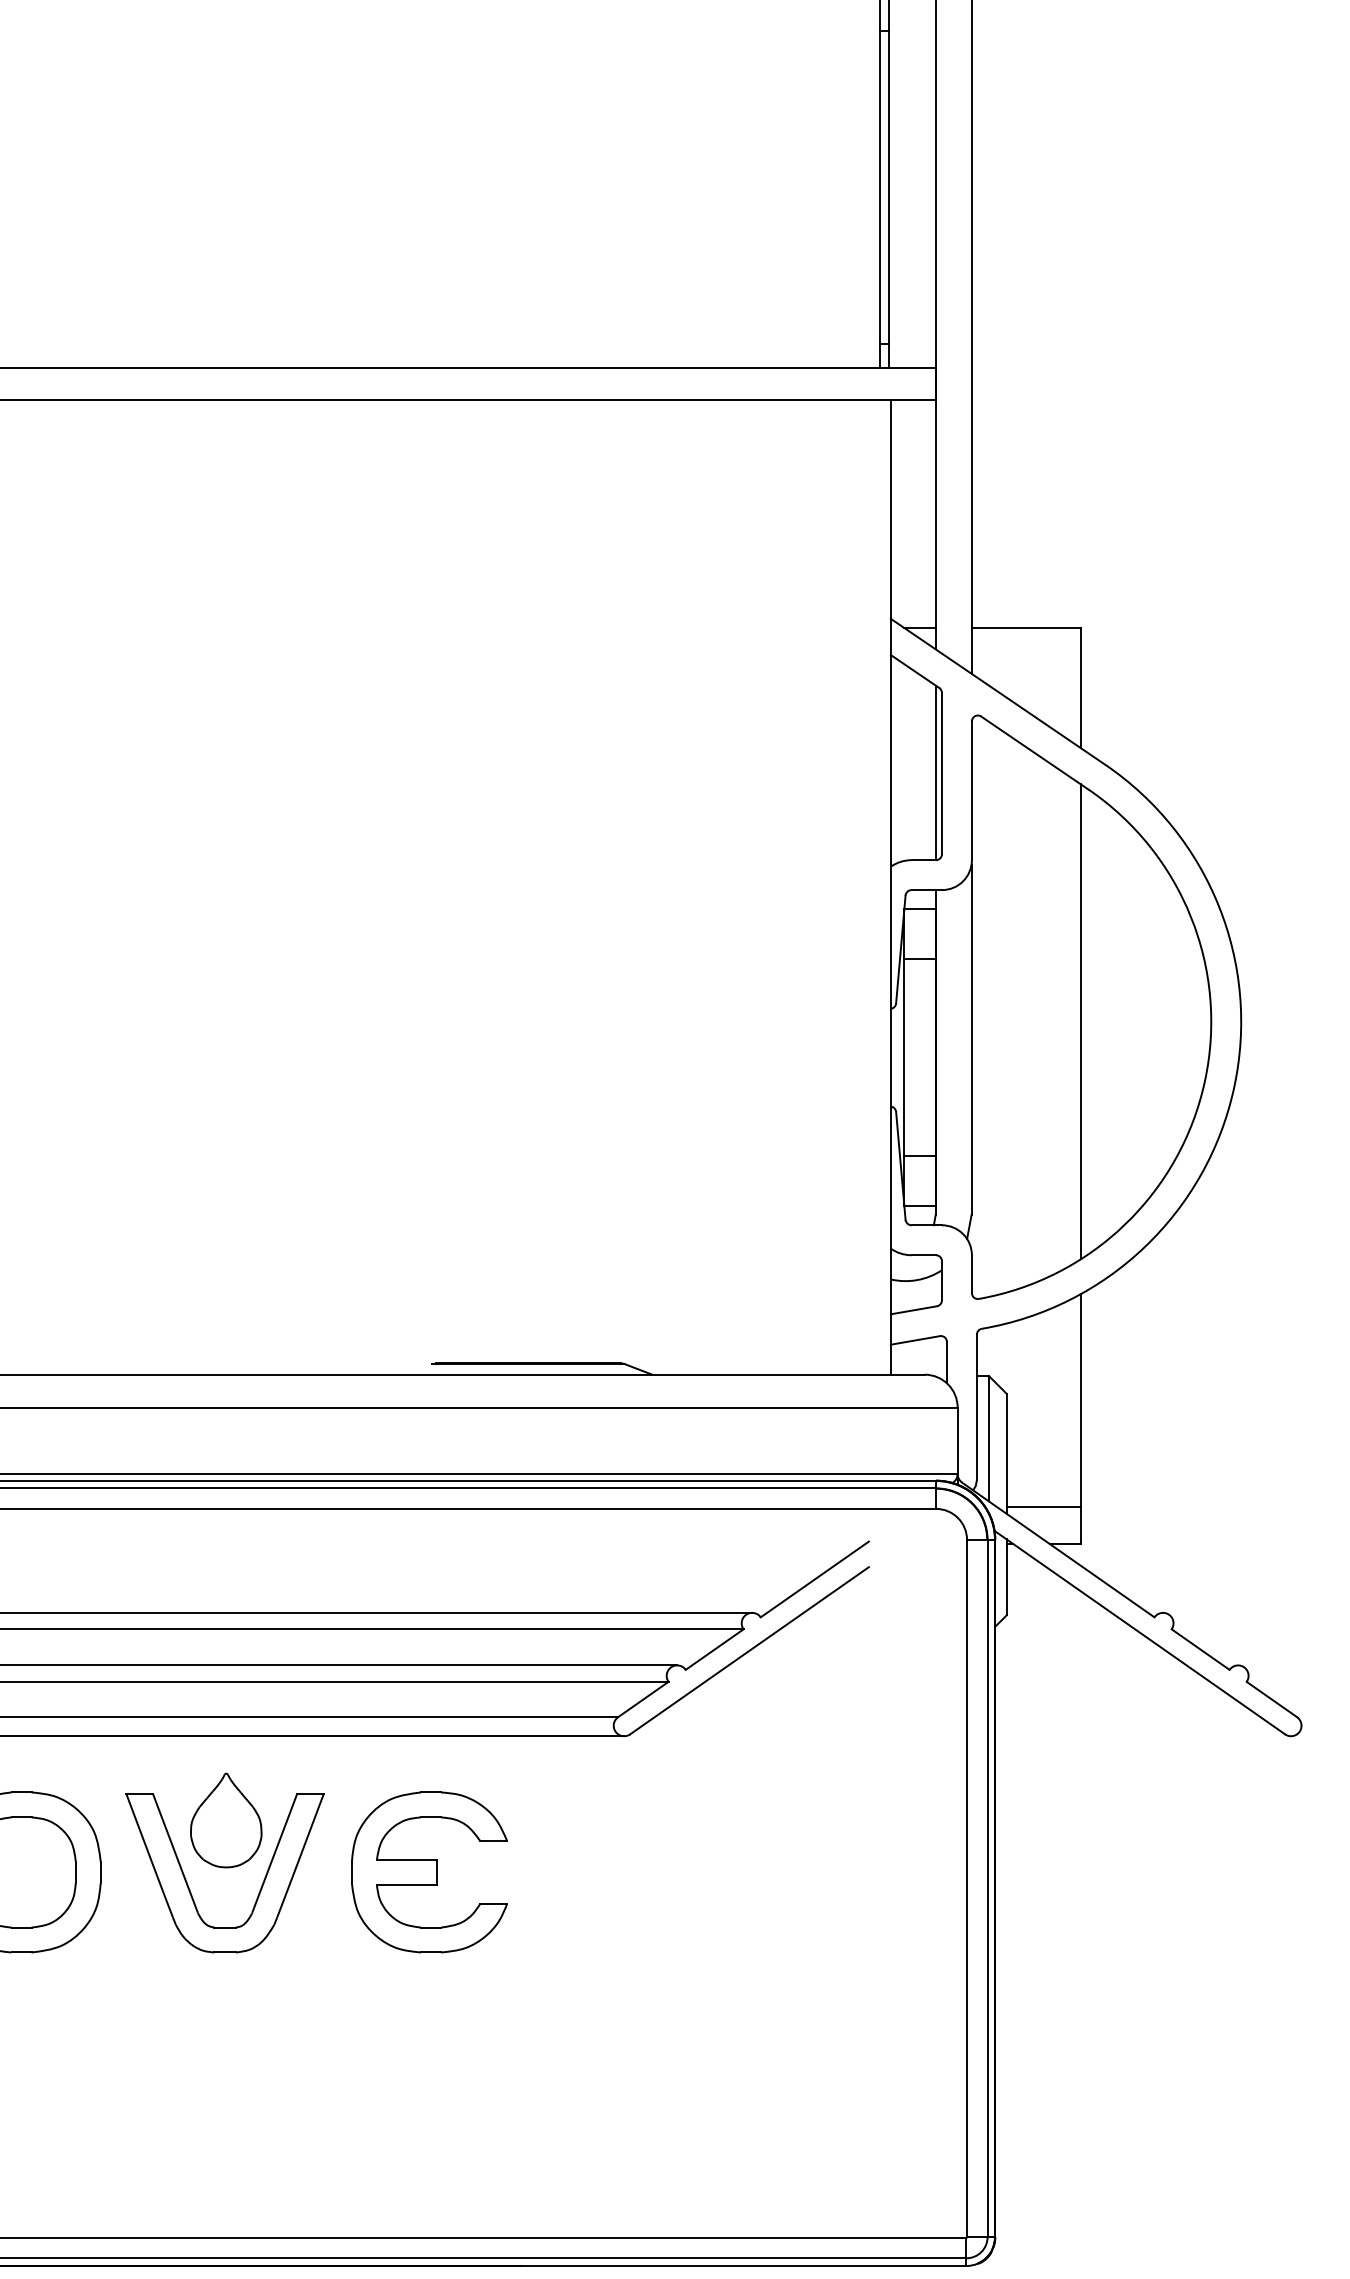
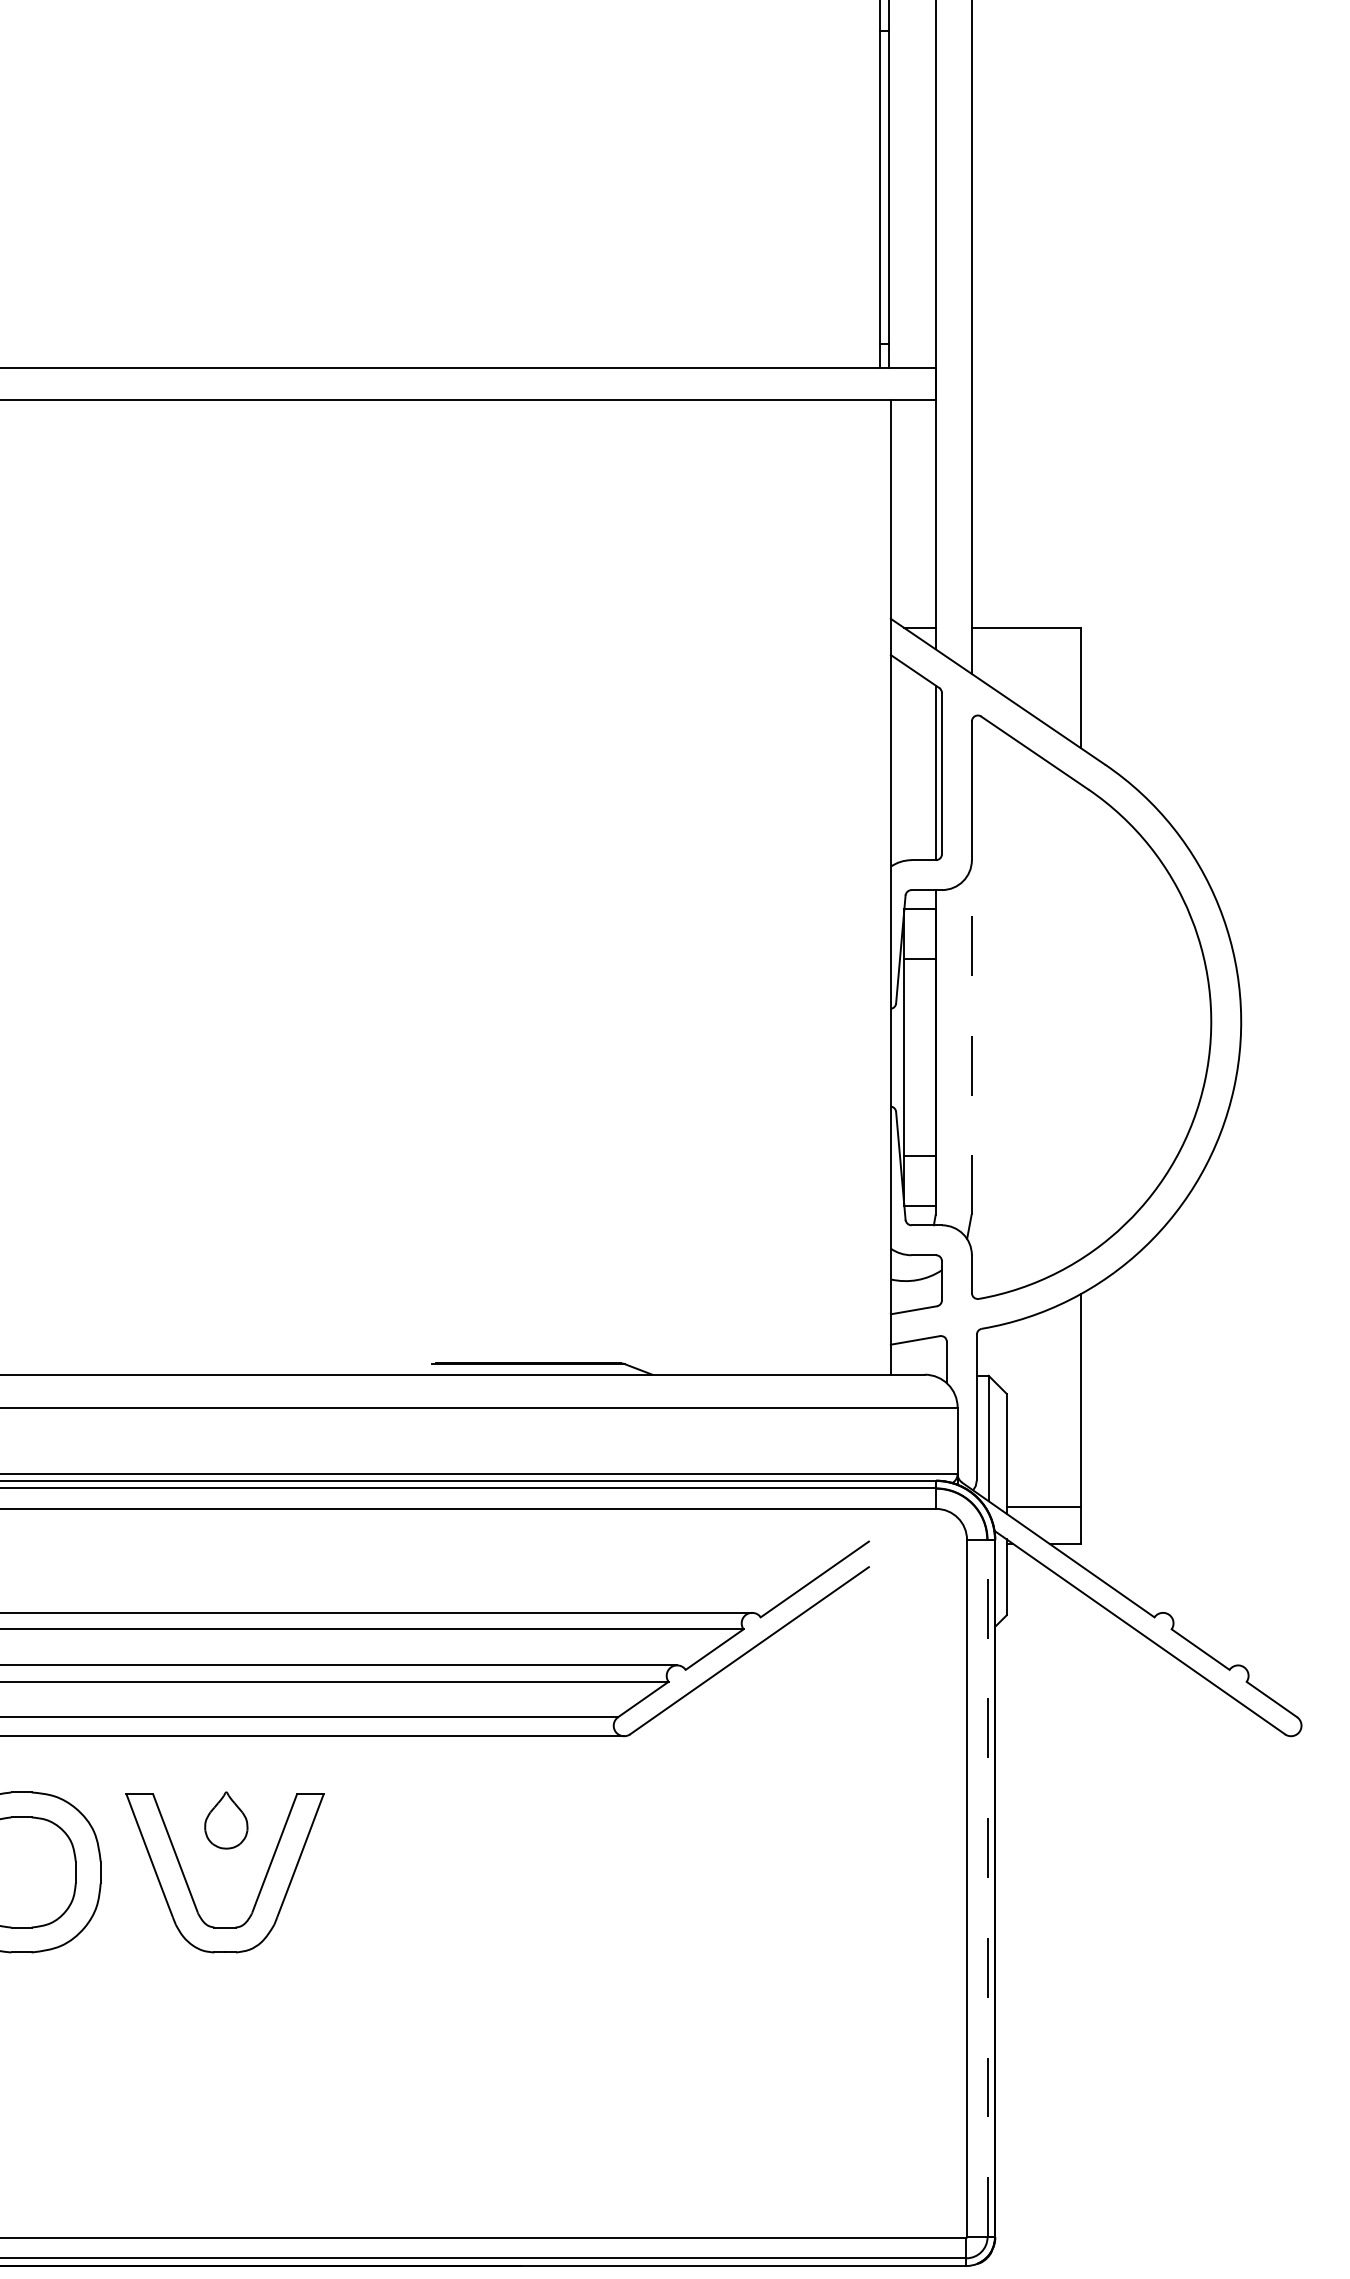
line at (1080, 1021): present -> none
line at (971, 1039): solid -> dashed
part at (226, 1820) size: 73x97 px -> 45x59 px
part at (429, 1872): present -> none
line at (987, 1888): solid -> dashed
